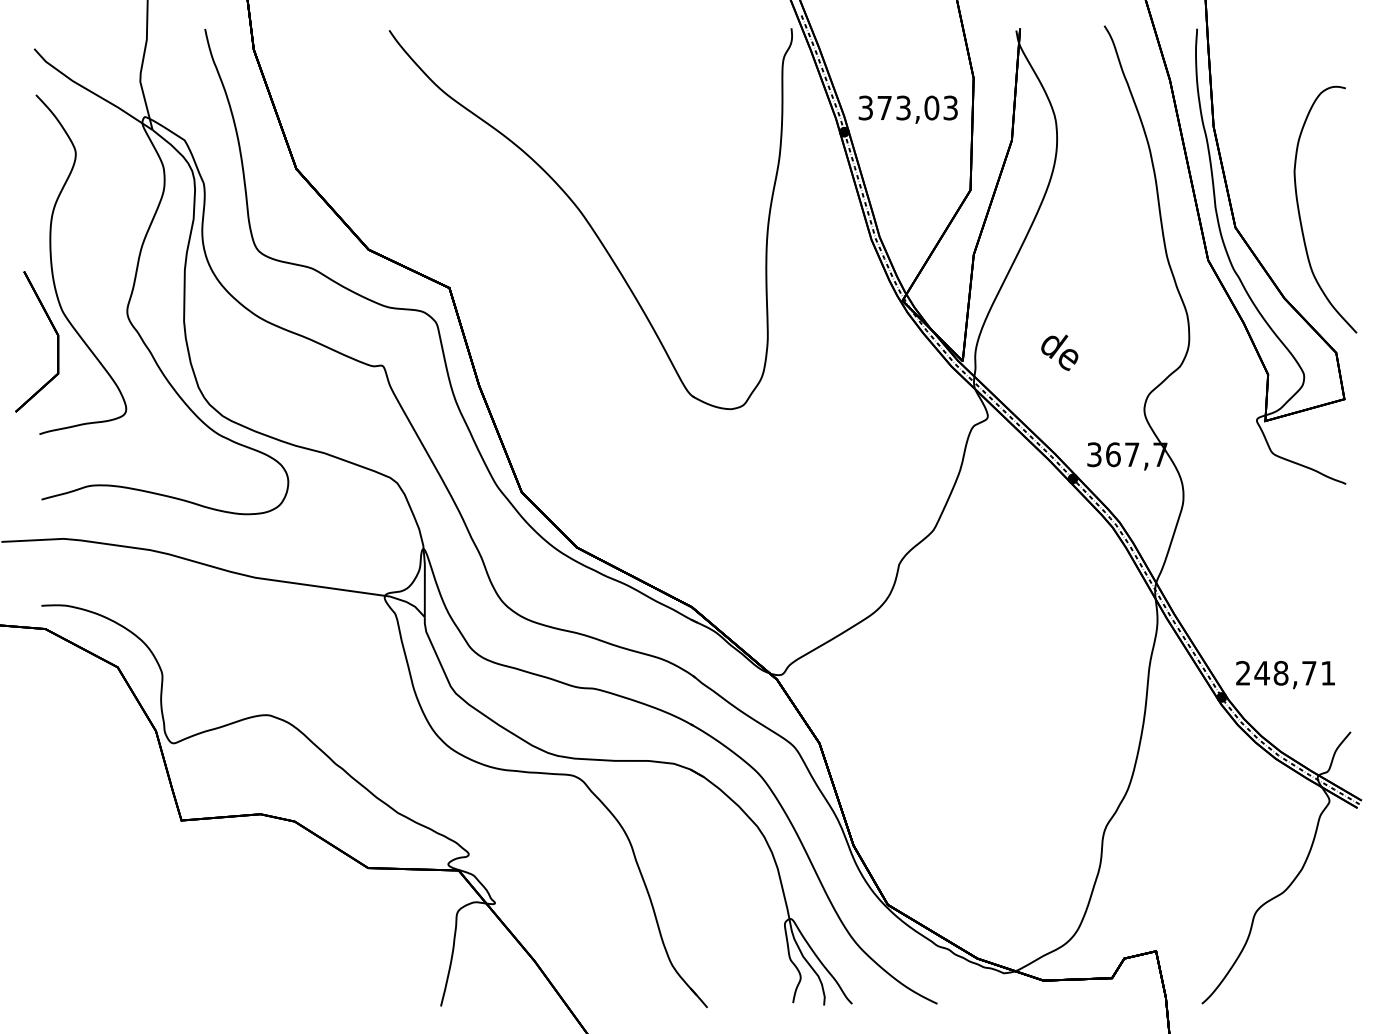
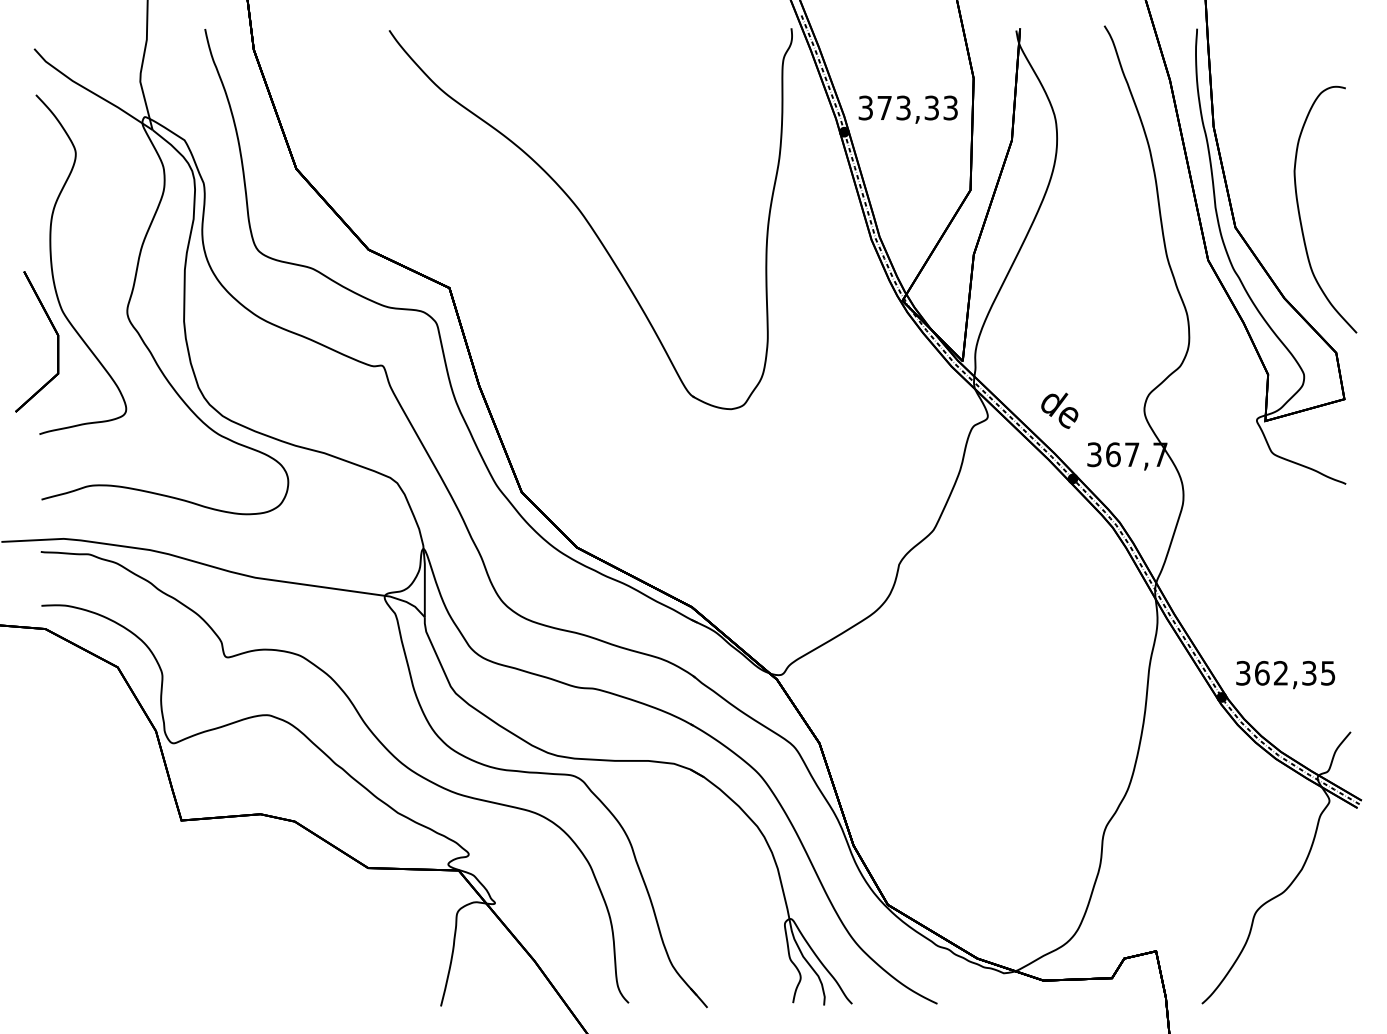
text at (931, 107): 373,03 -> 373,33
text at (1059, 352) position: (1059, 352) -> (1059, 410)
text at (1285, 672): 248,71 -> 362,35
curve at (375, 738): none -> present
